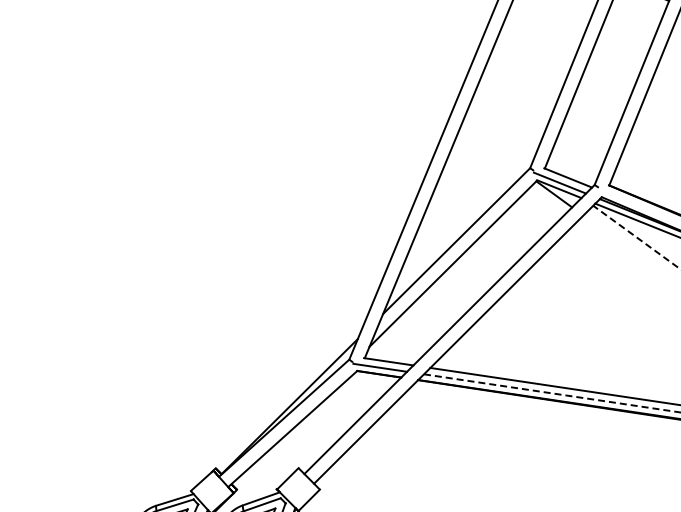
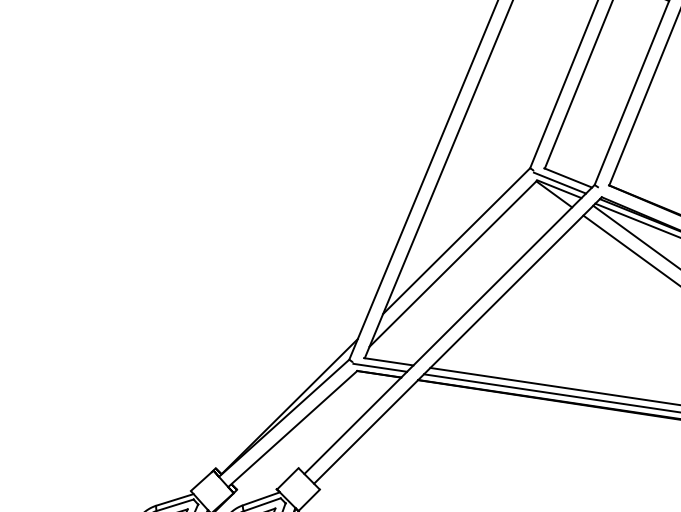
line at (636, 237): dashed -> solid
line at (630, 249): none -> present
line at (552, 393): dashed -> solid
